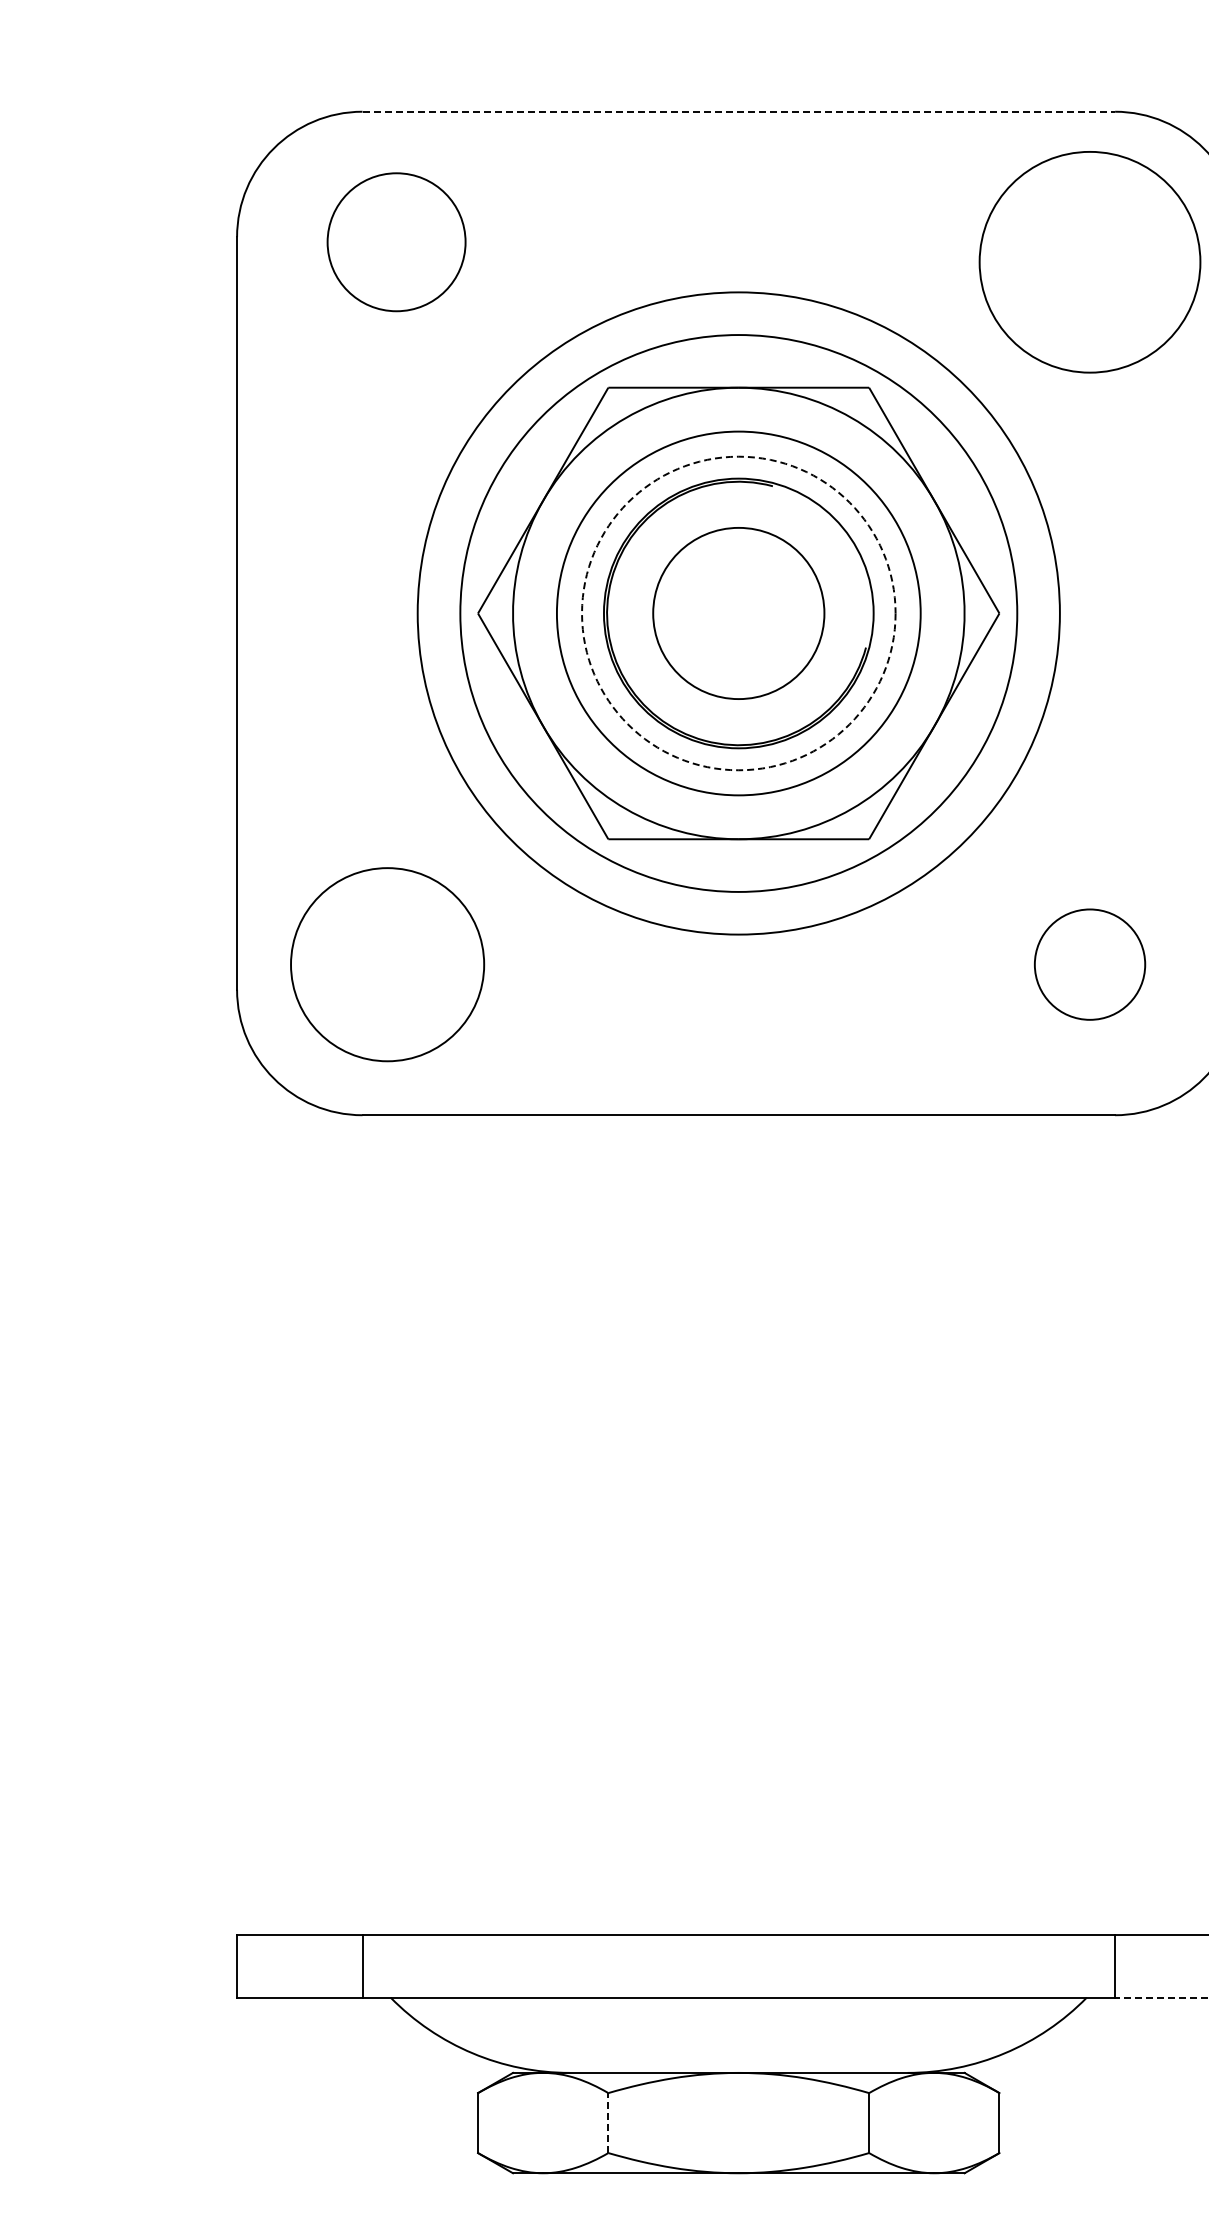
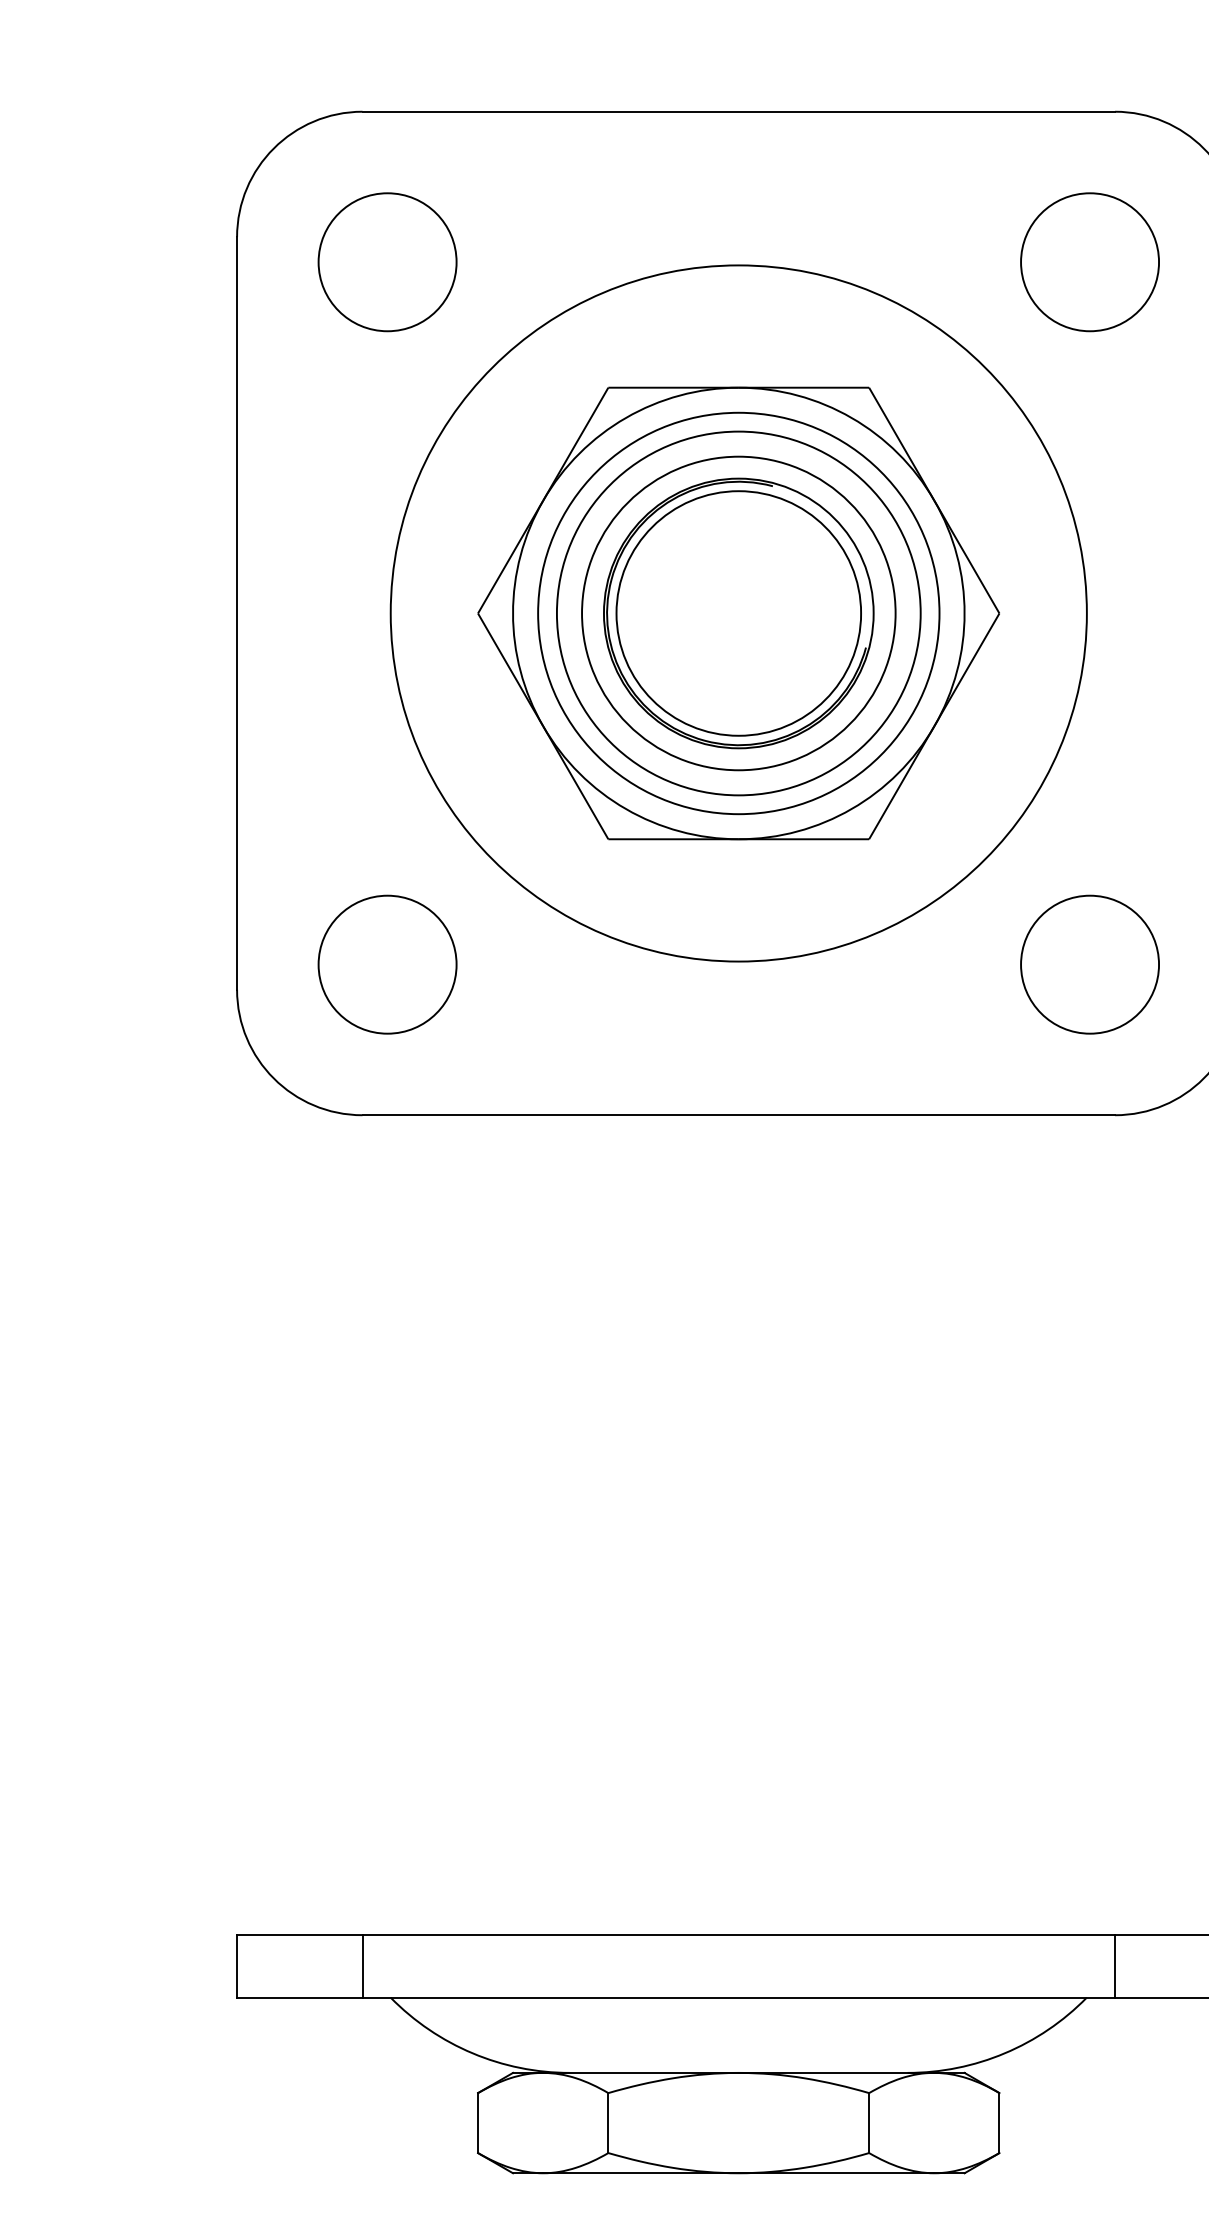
line at (739, 111): dashed -> solid
circle at (396, 242) position: (396, 242) -> (387, 262)
circle at (1089, 261) diameter: 221 px -> 138 px
circle at (738, 613) diameter: 171 px -> 245 px
circle at (738, 613) diameter: 557 px -> 696 px
circle at (738, 613) diameter: 642 px -> 401 px
circle at (738, 613): dashed -> solid
circle at (387, 964) diameter: 193 px -> 138 px
circle at (1090, 964) size: 113x113 px -> 140x141 px
line at (1161, 1997): dashed -> solid
line at (608, 2123): dashed -> solid
